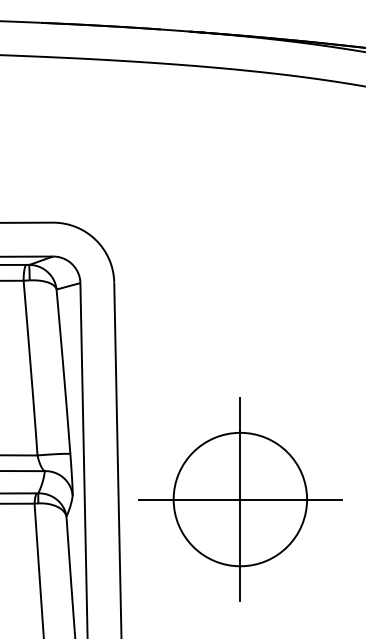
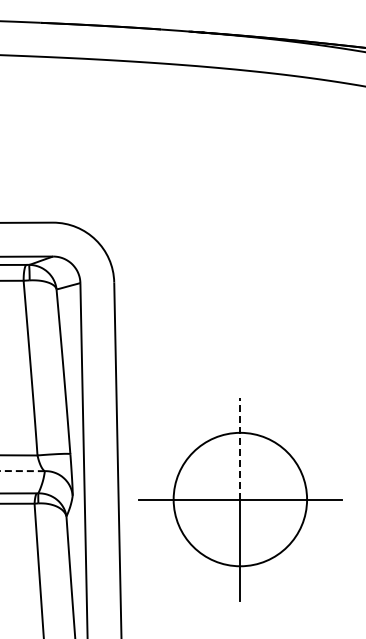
line at (240, 448): solid -> dashed
line at (22, 471): solid -> dashed
